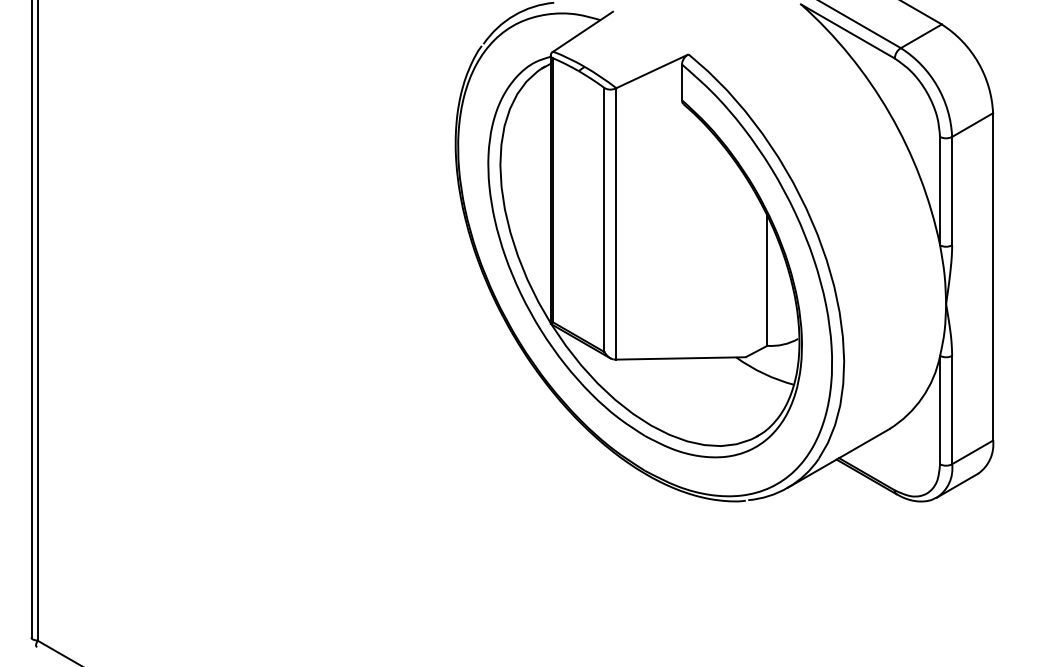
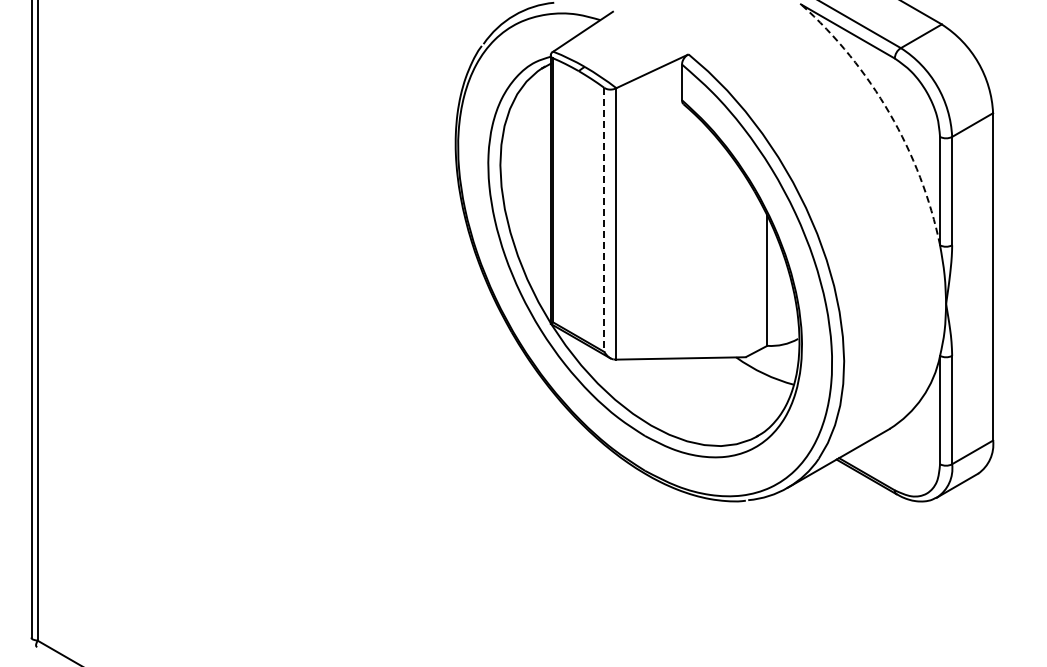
arc at (889, 113): solid -> dashed
line at (604, 220): solid -> dashed
